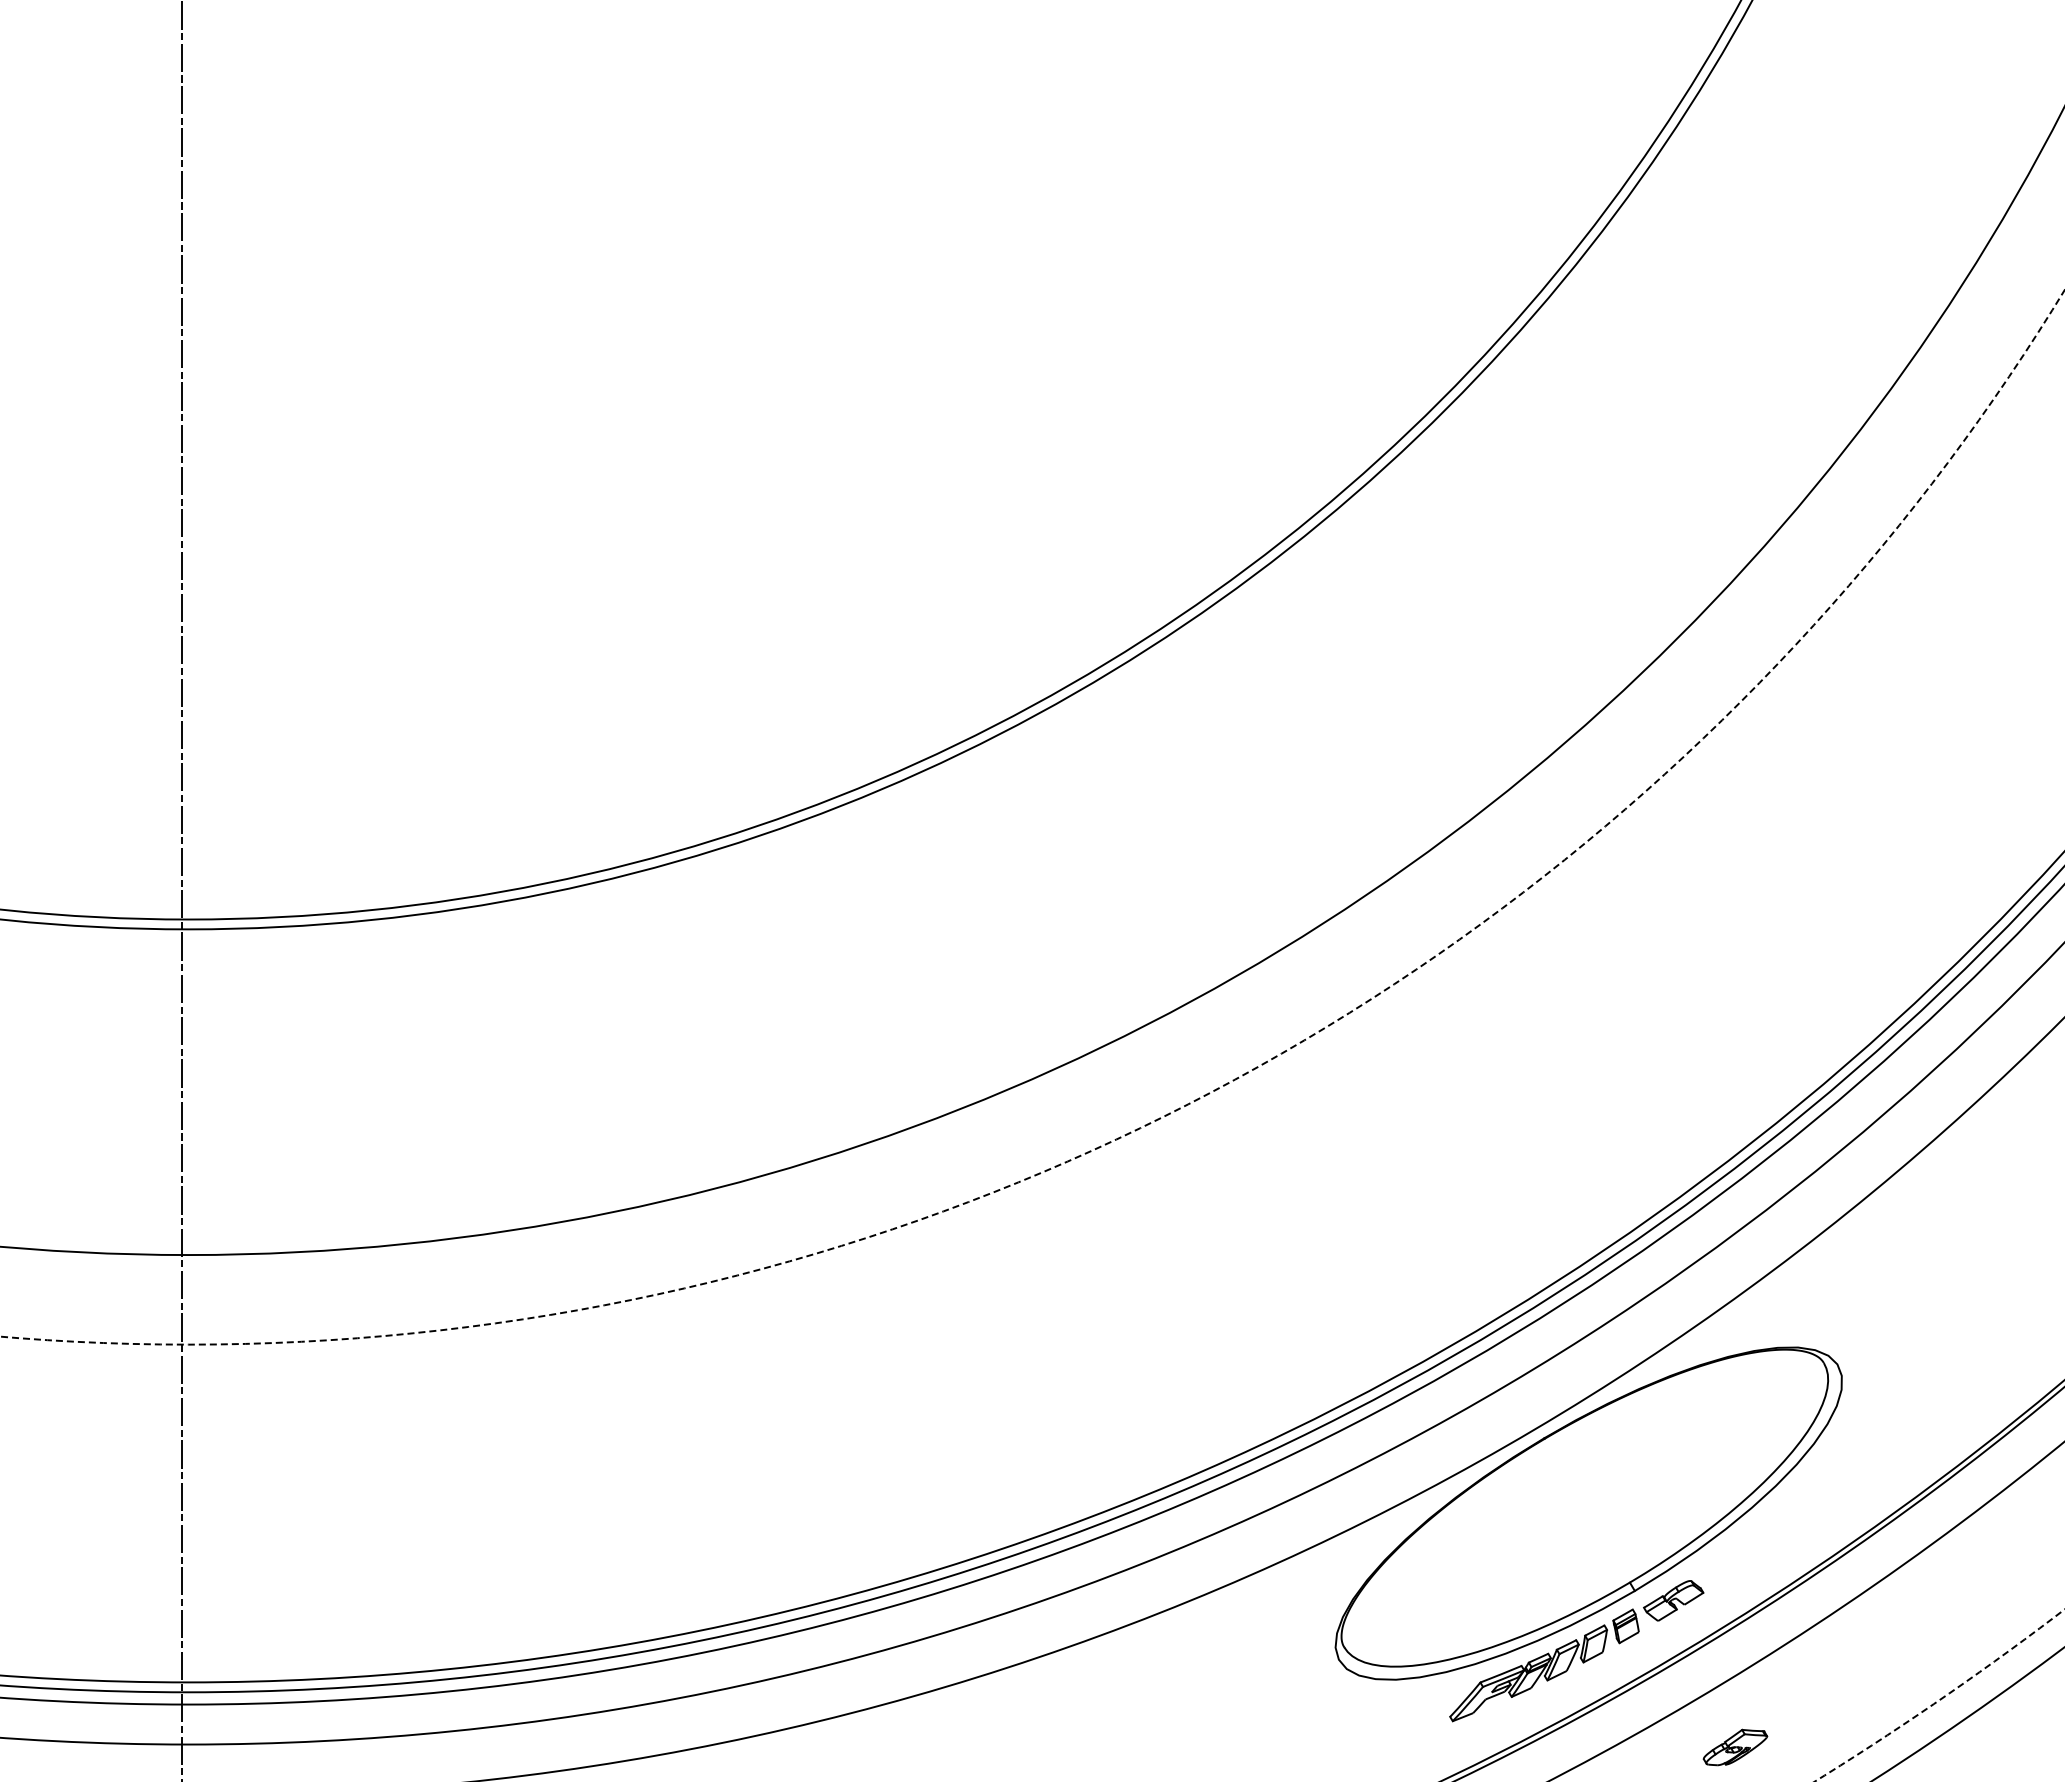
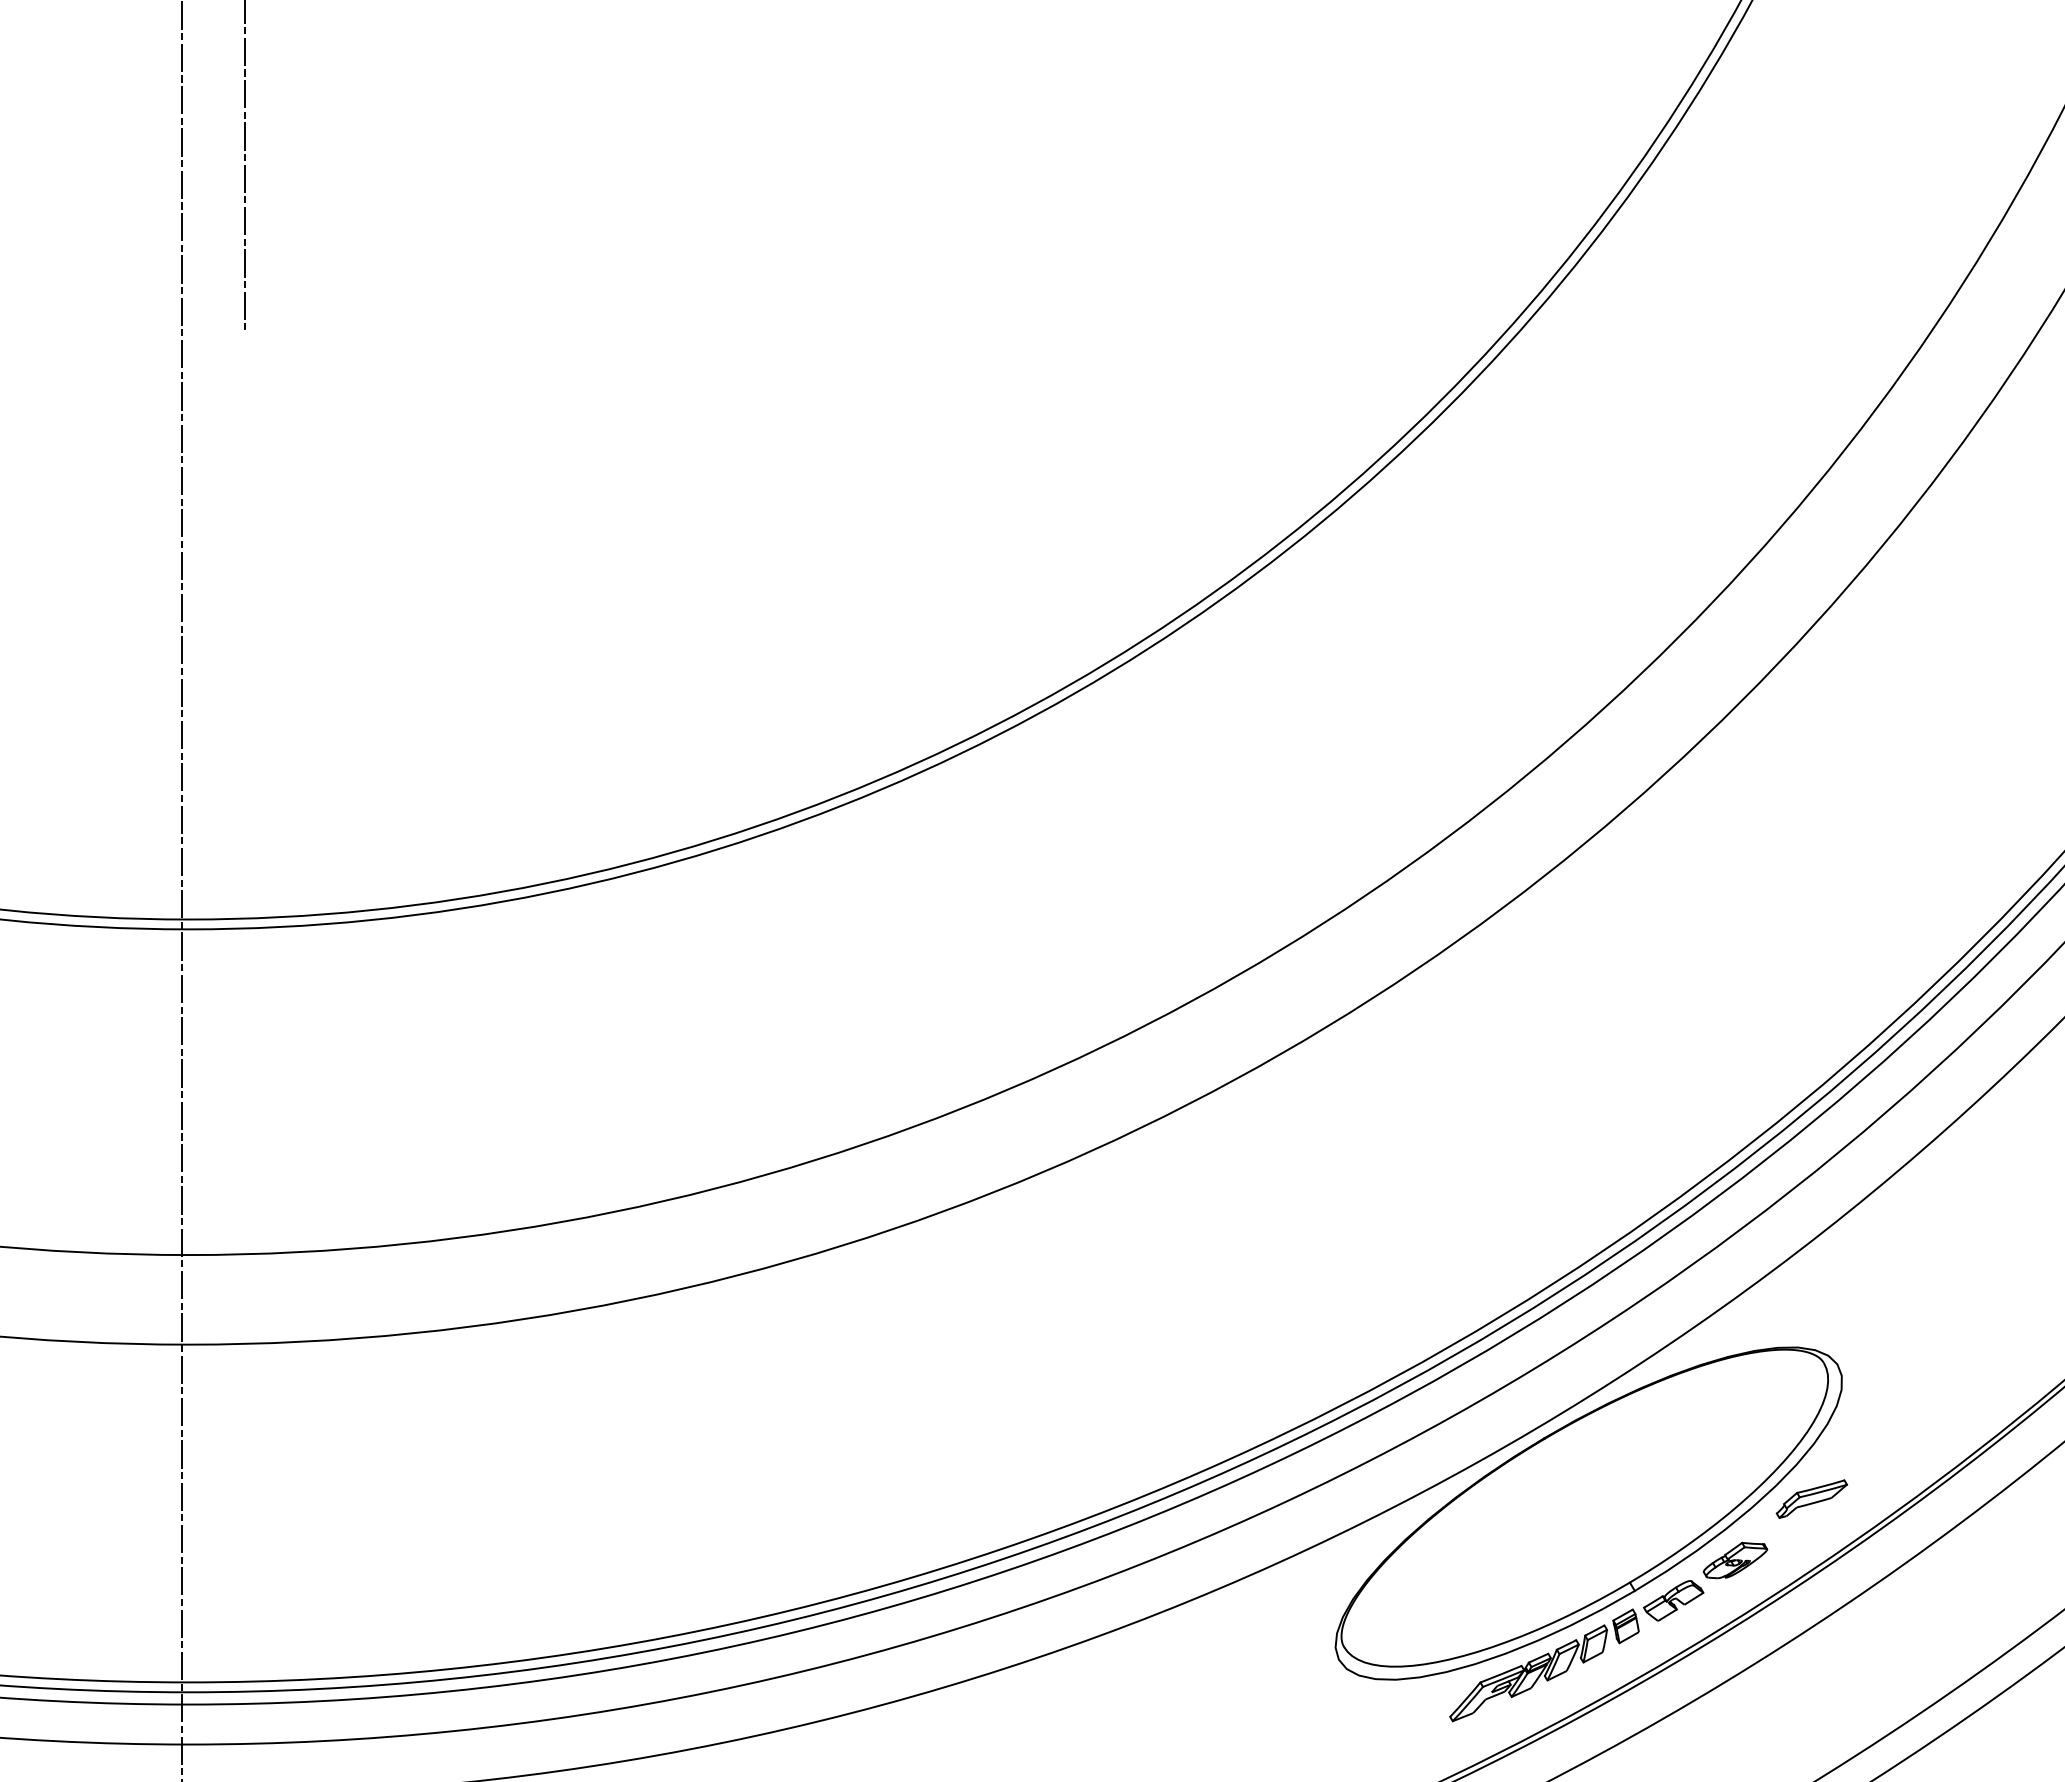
line at (244, 167): none -> present
circle at (1032, 817): dashed -> solid
part at (1811, 1498): none -> present
circle at (1939, 1695): dashed -> solid
part at (1735, 1747) position: (1735, 1747) -> (1735, 1560)
